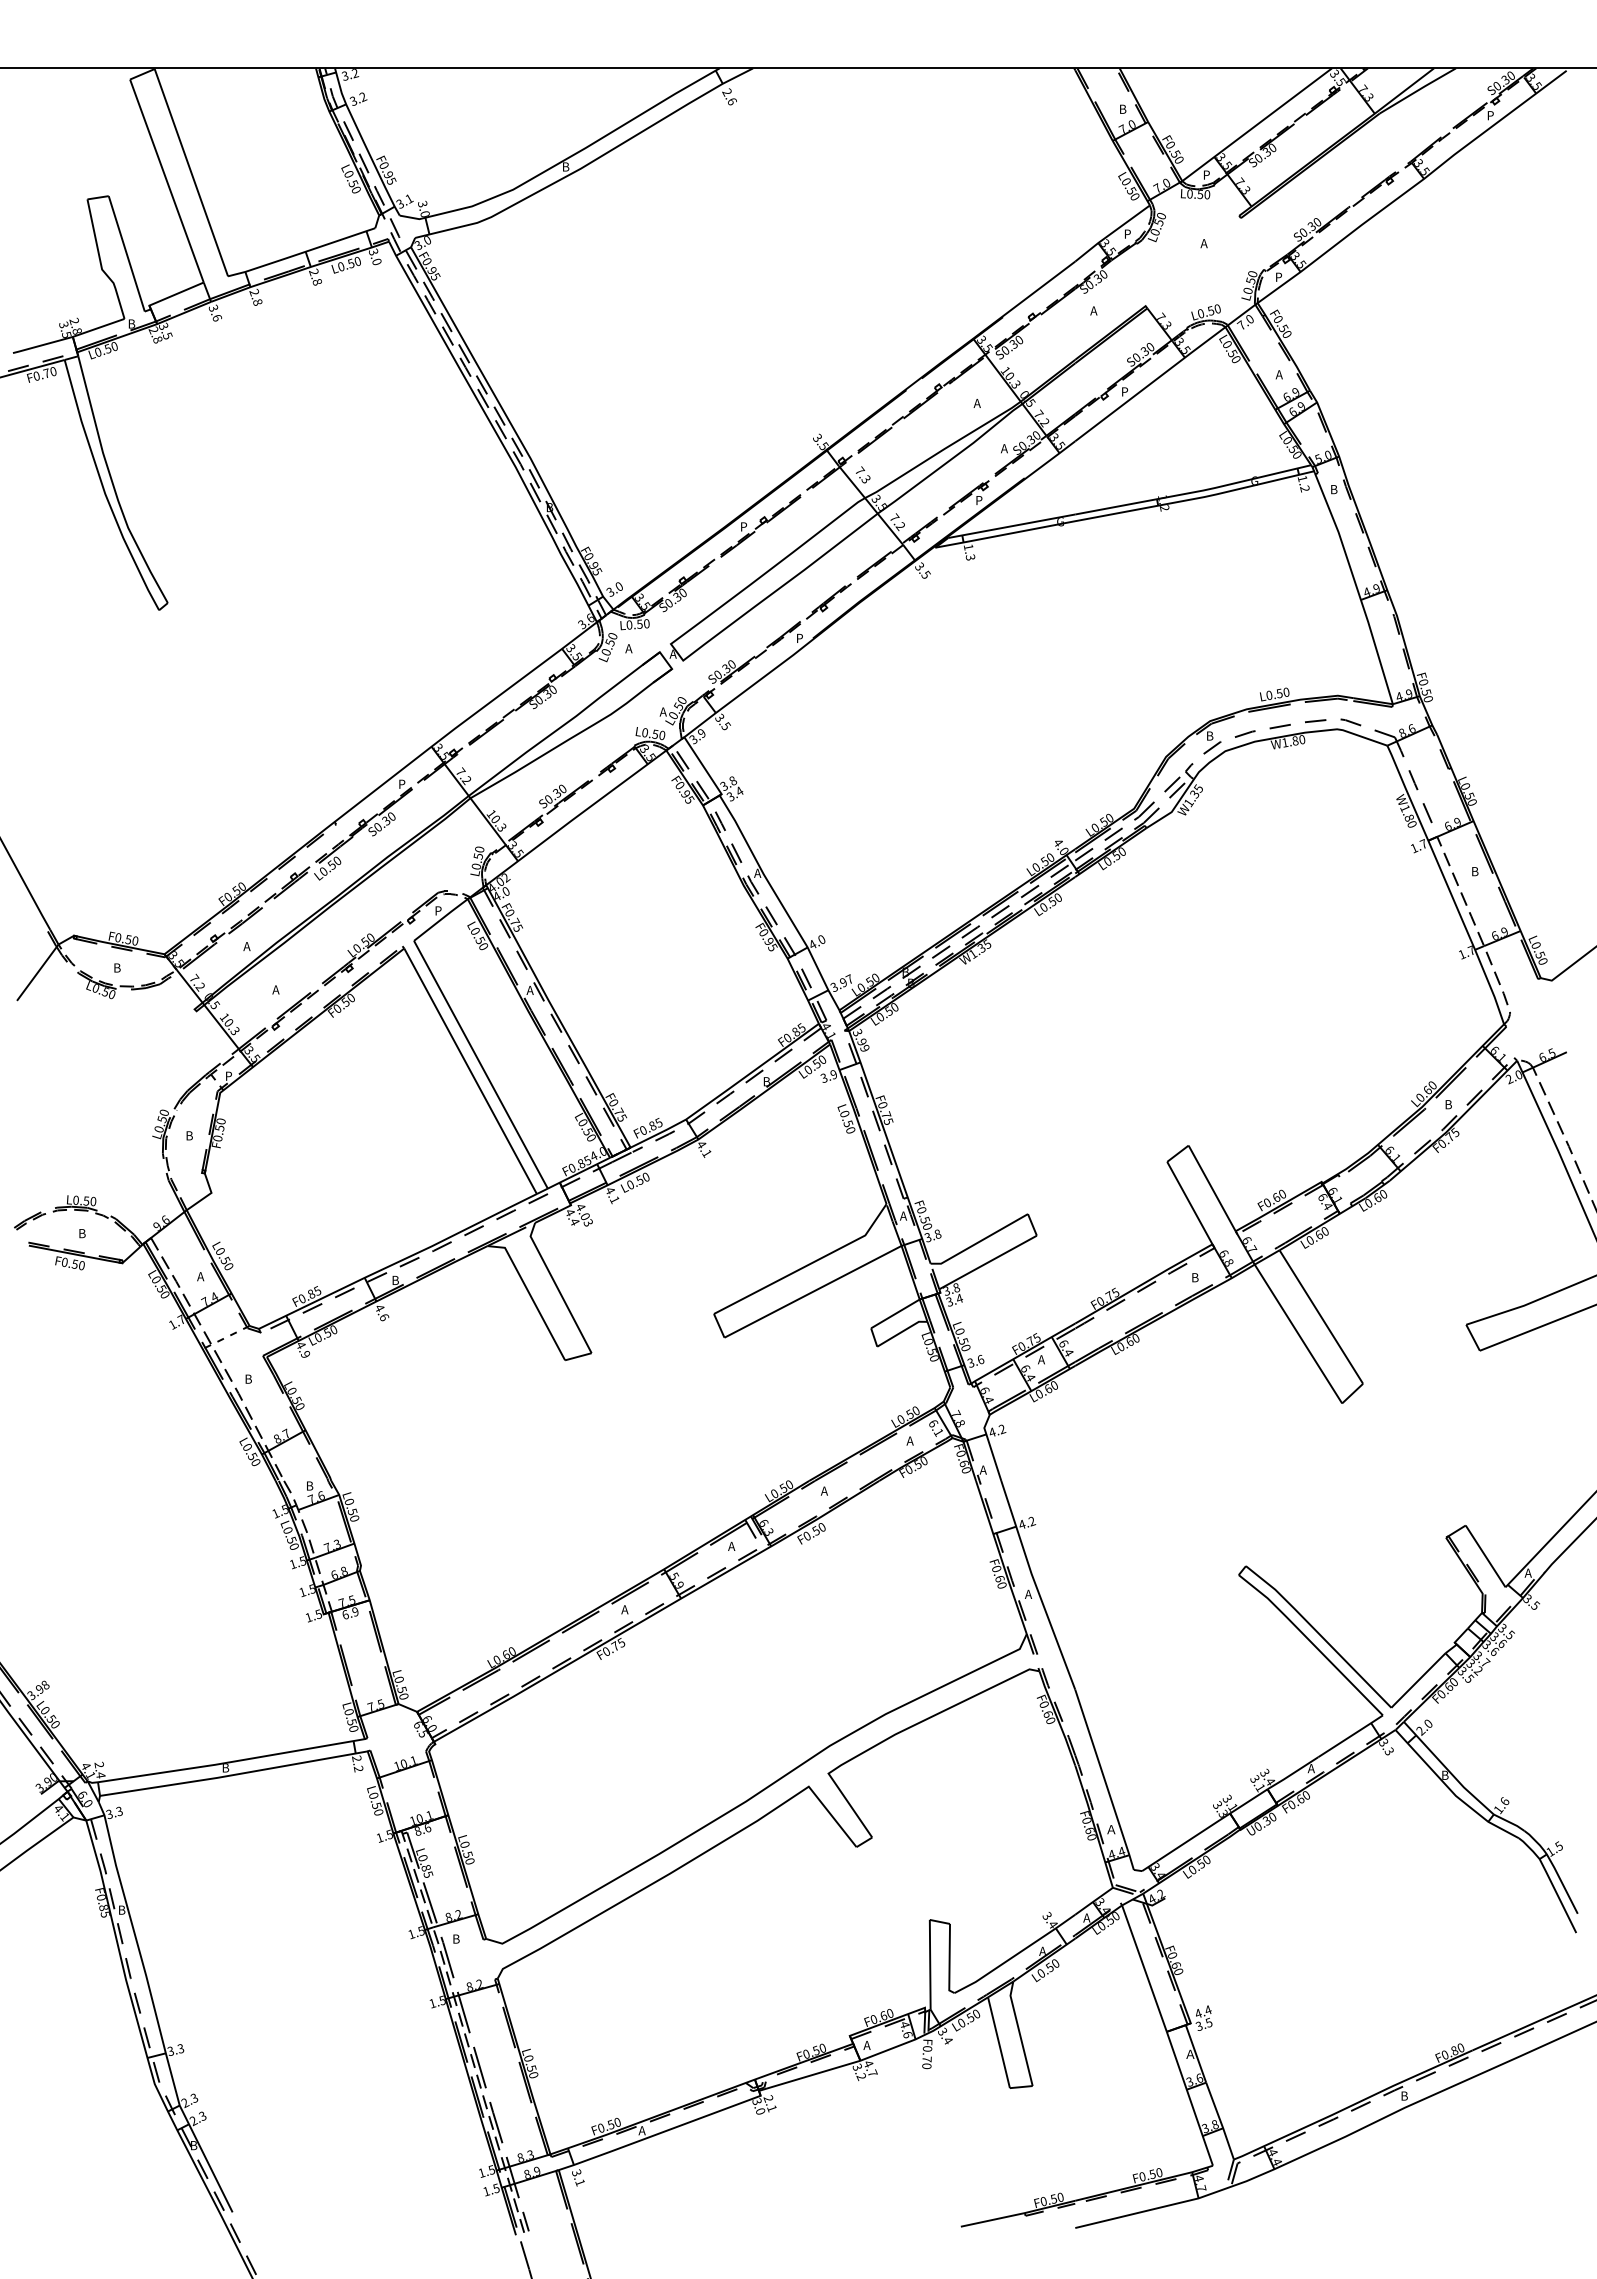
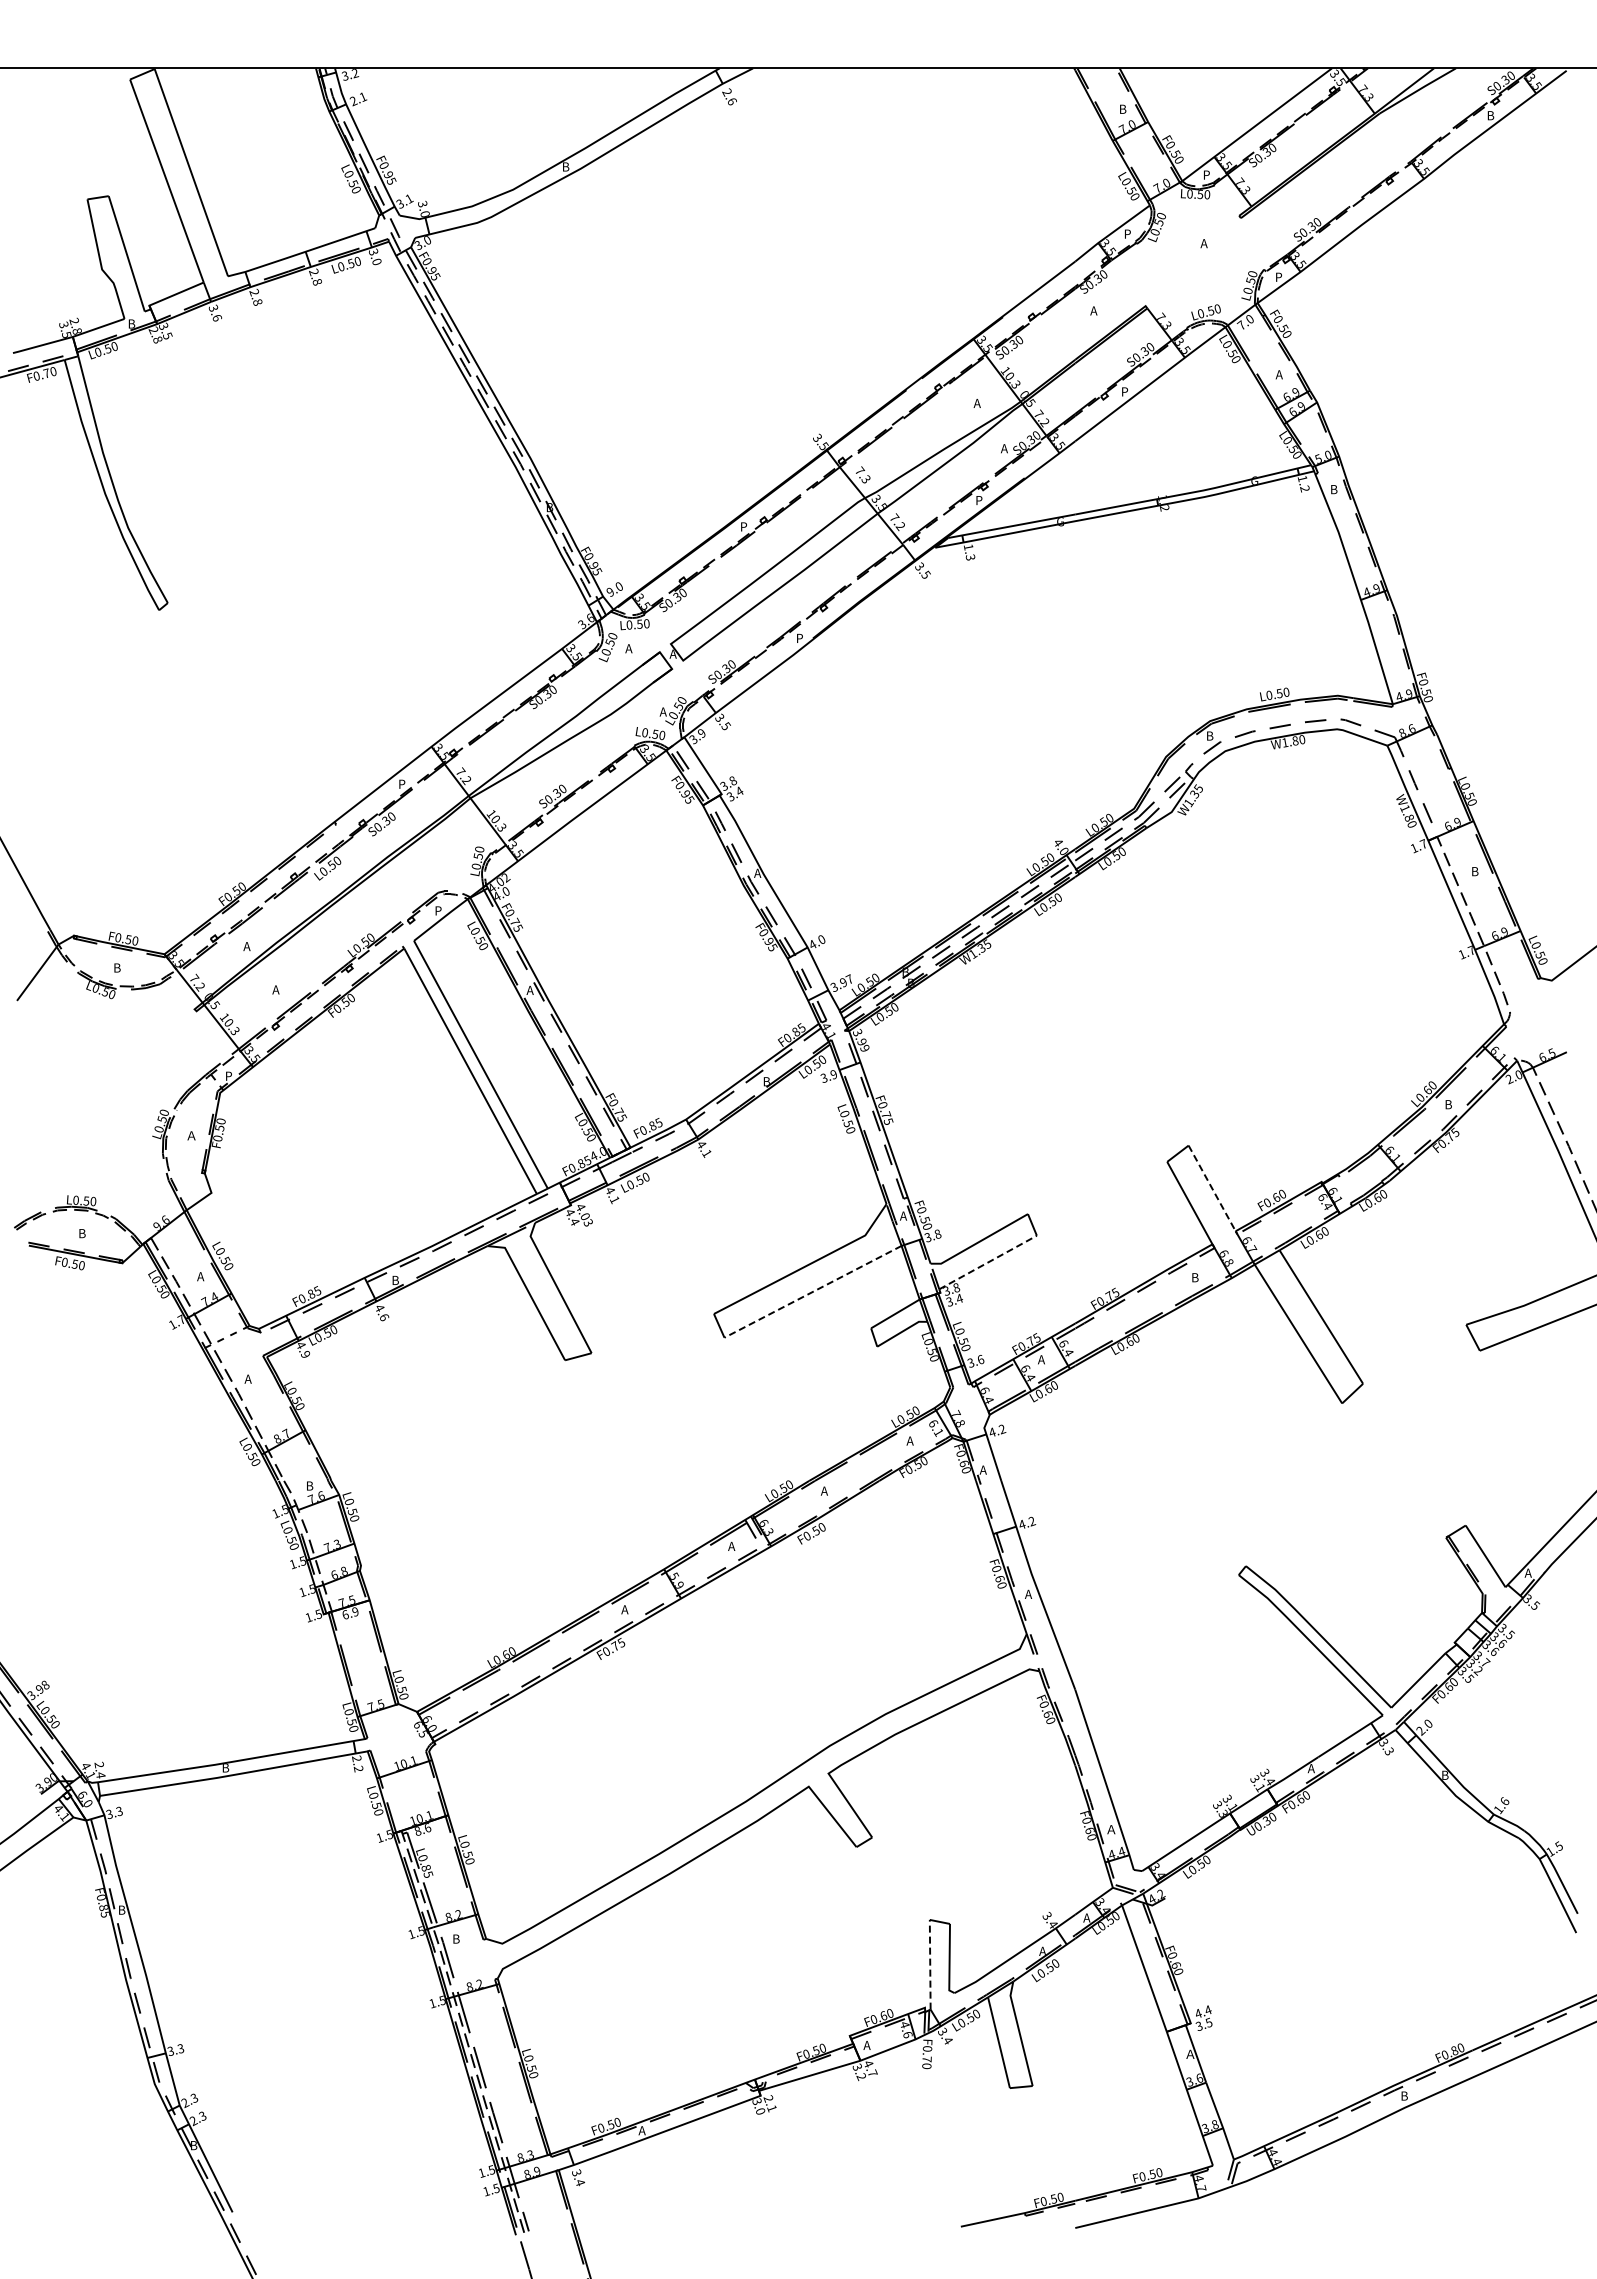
text at (358, 99): 3.2 -> 2.1
text at (1491, 116): P -> B
text at (610, 591): 3.0 -> 9.0
text at (190, 1135): B -> Ａ
line at (1212, 1188): solid -> dashed
line at (988, 1262): solid -> dashed
line at (813, 1291): solid -> dashed
text at (247, 1378): B -> A
line at (930, 1964): solid -> dashed
text at (580, 2182): 3.1 -> 3.4
